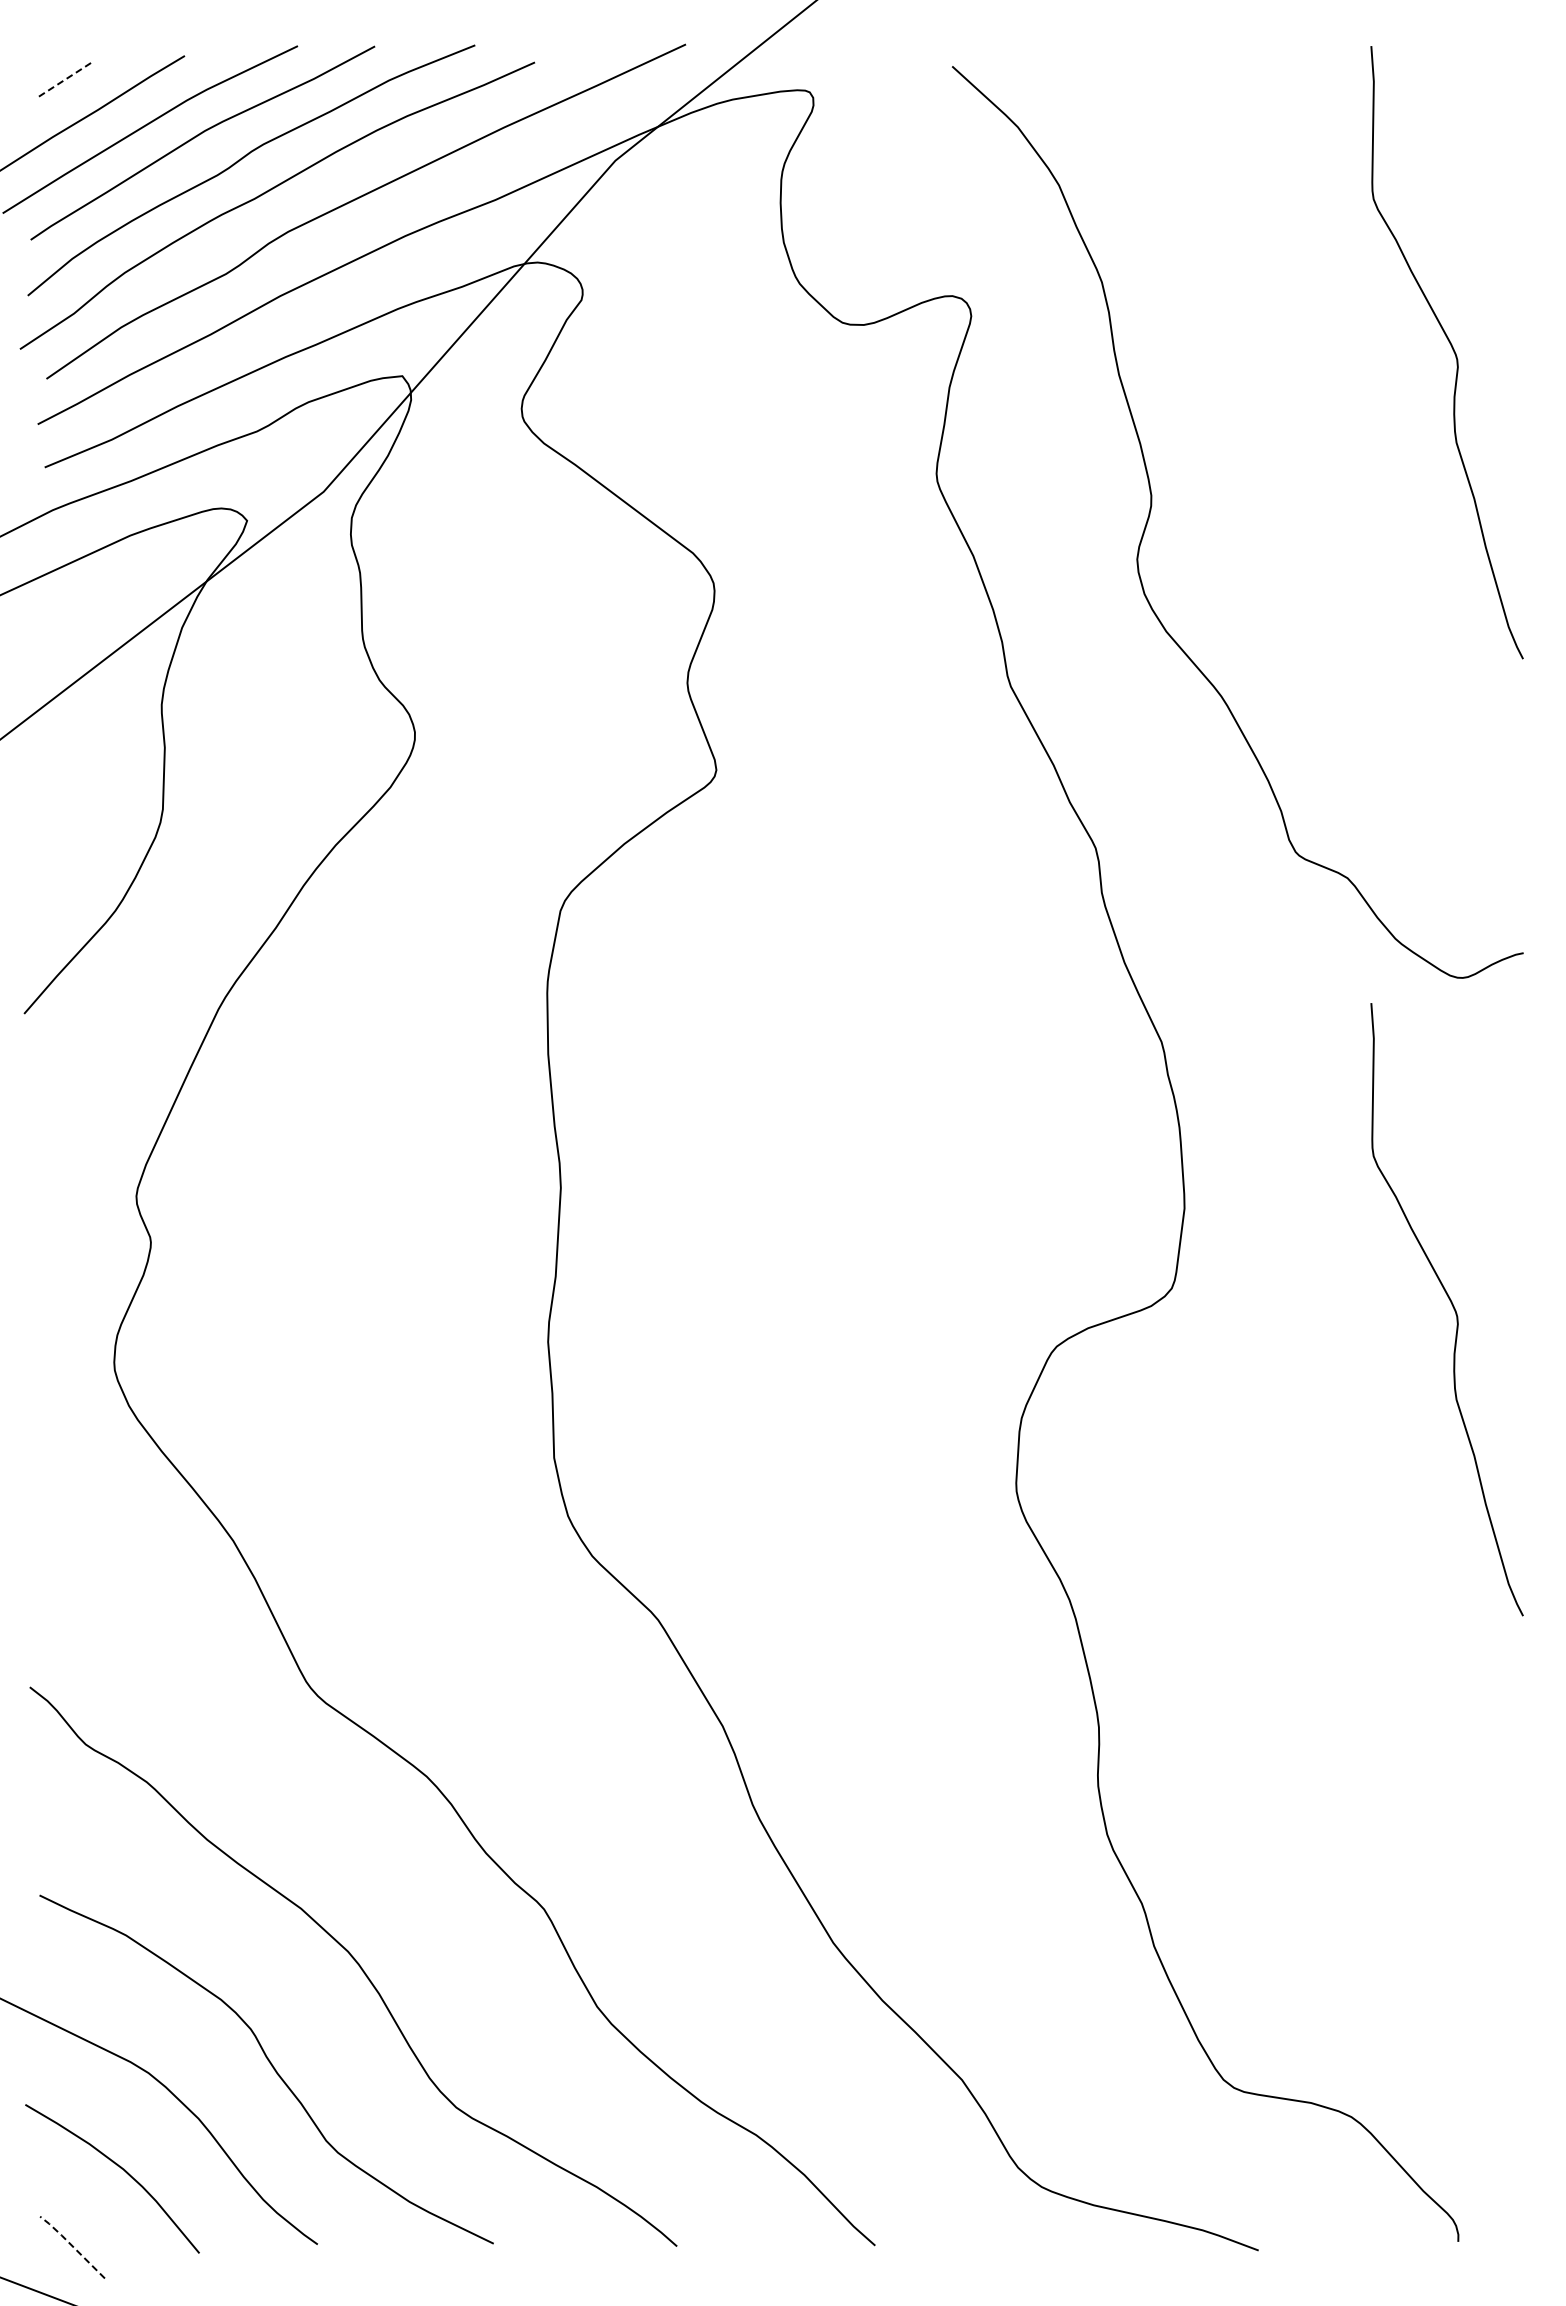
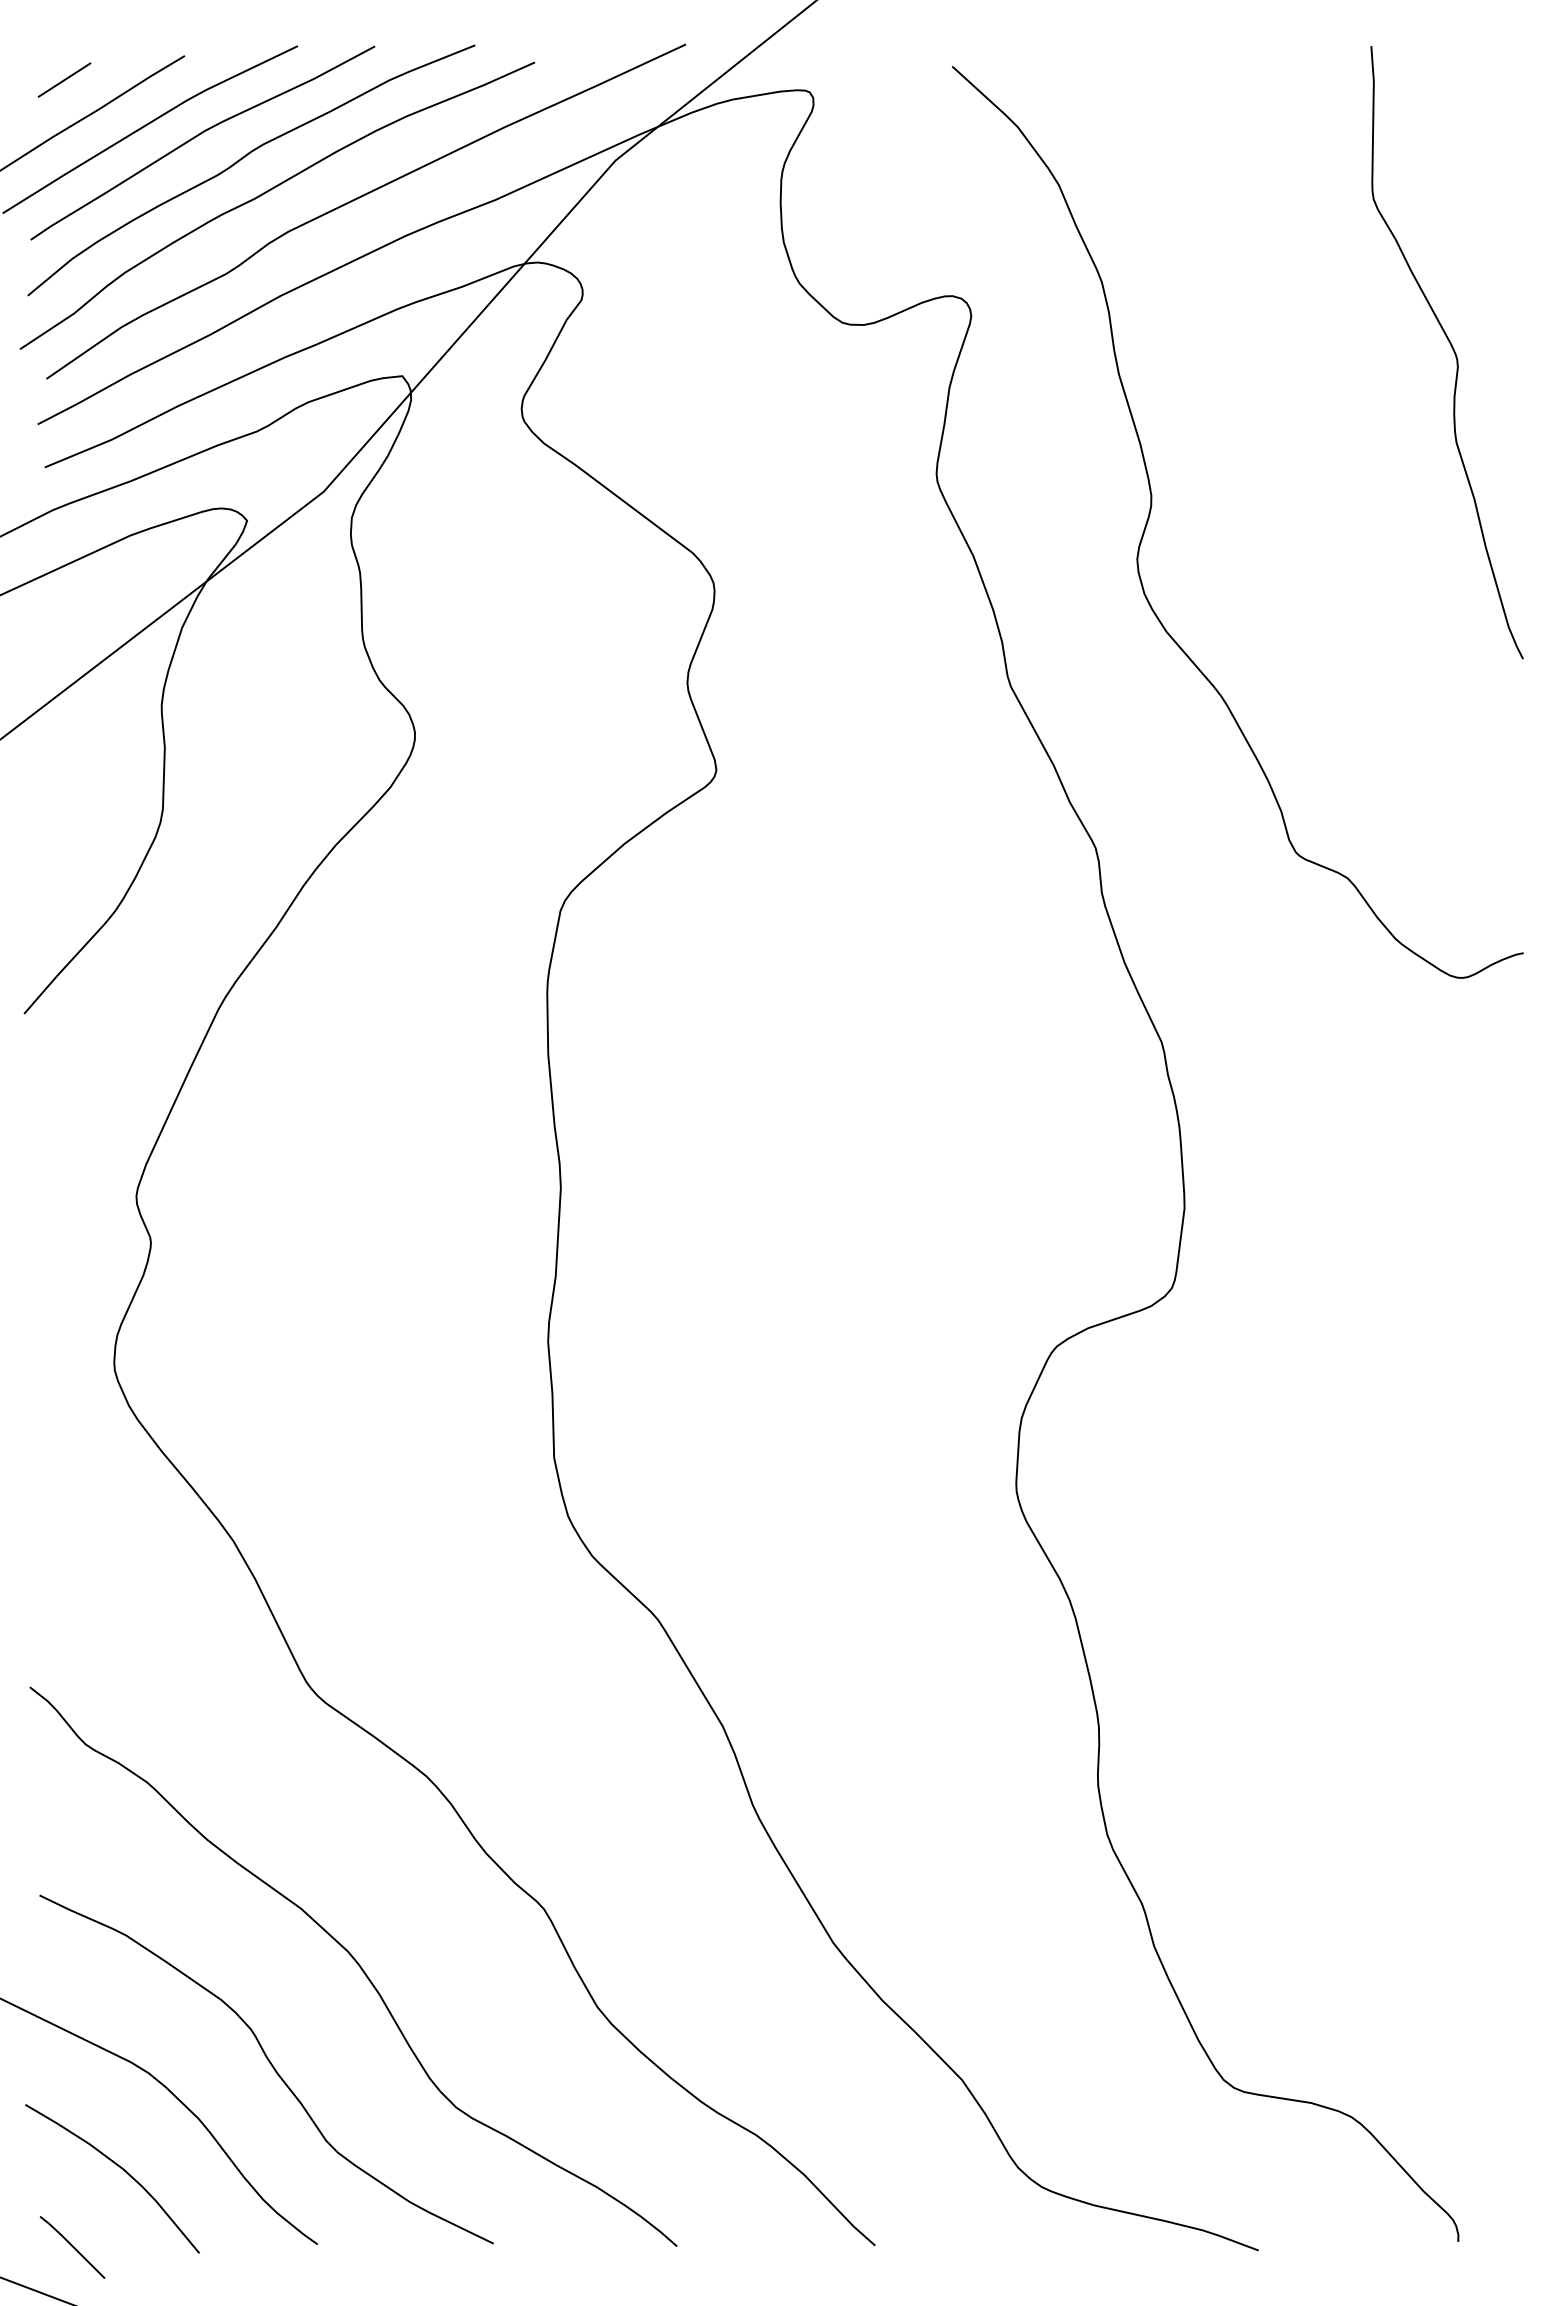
line at (64, 80): dashed -> solid
curve at (1452, 1307): present -> none
line at (71, 2245): dashed -> solid
